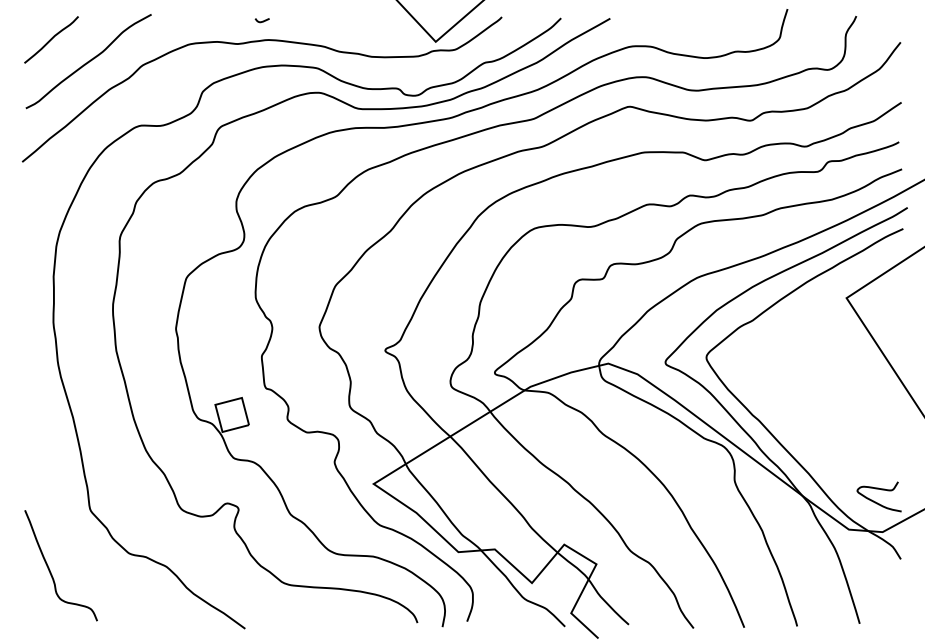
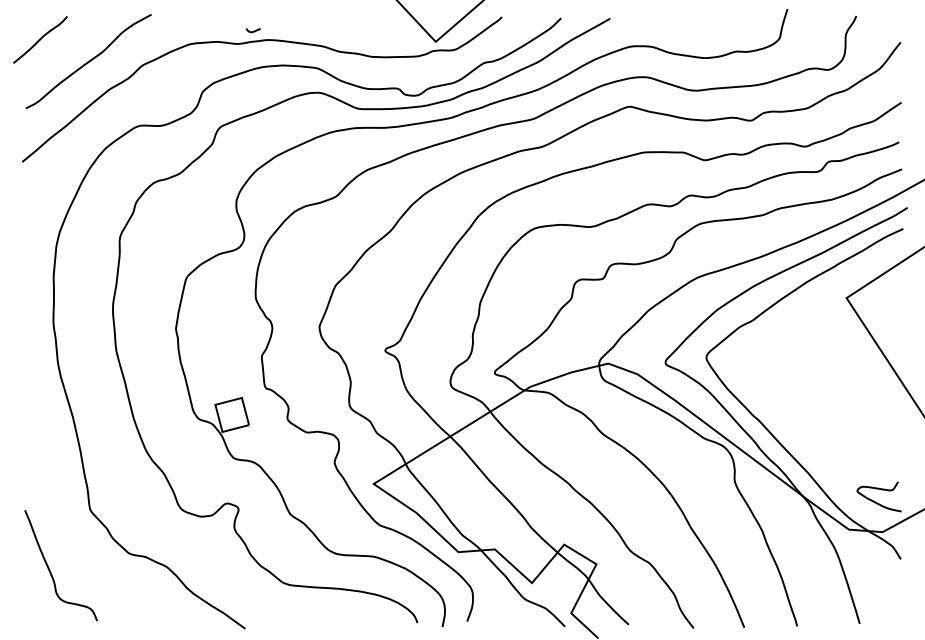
curve at (262, 20) position: (262, 20) -> (253, 30)
curve at (51, 39) position: (51, 39) -> (40, 39)
